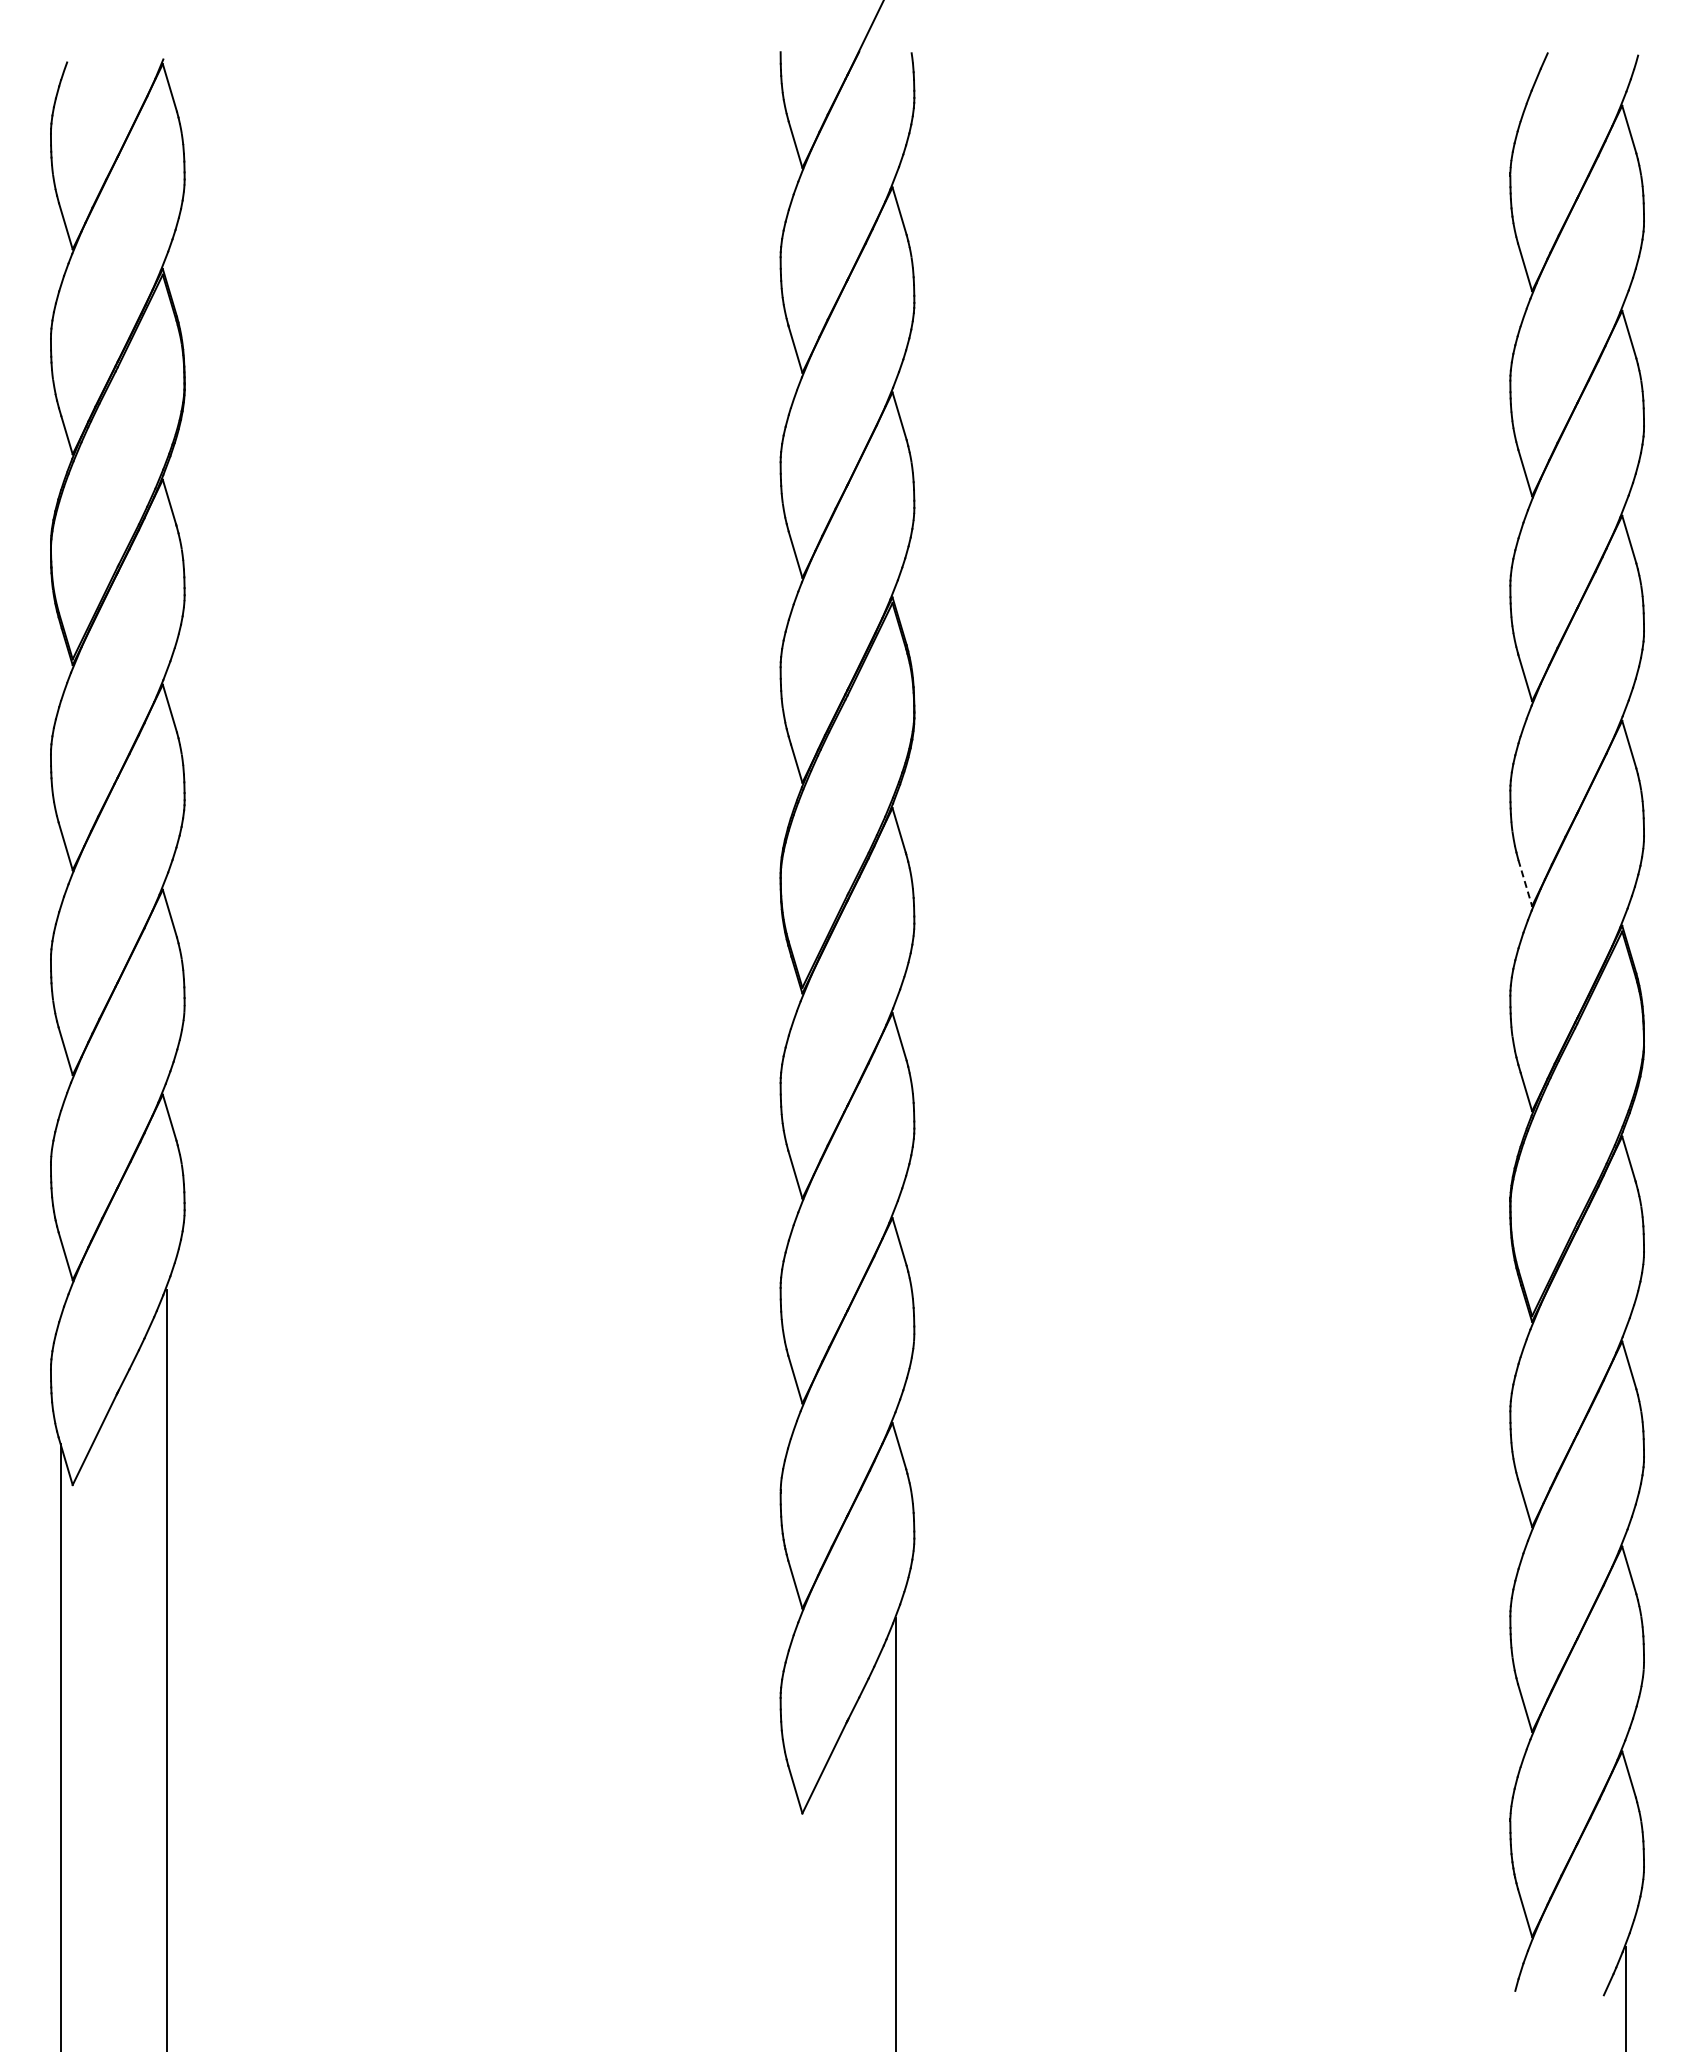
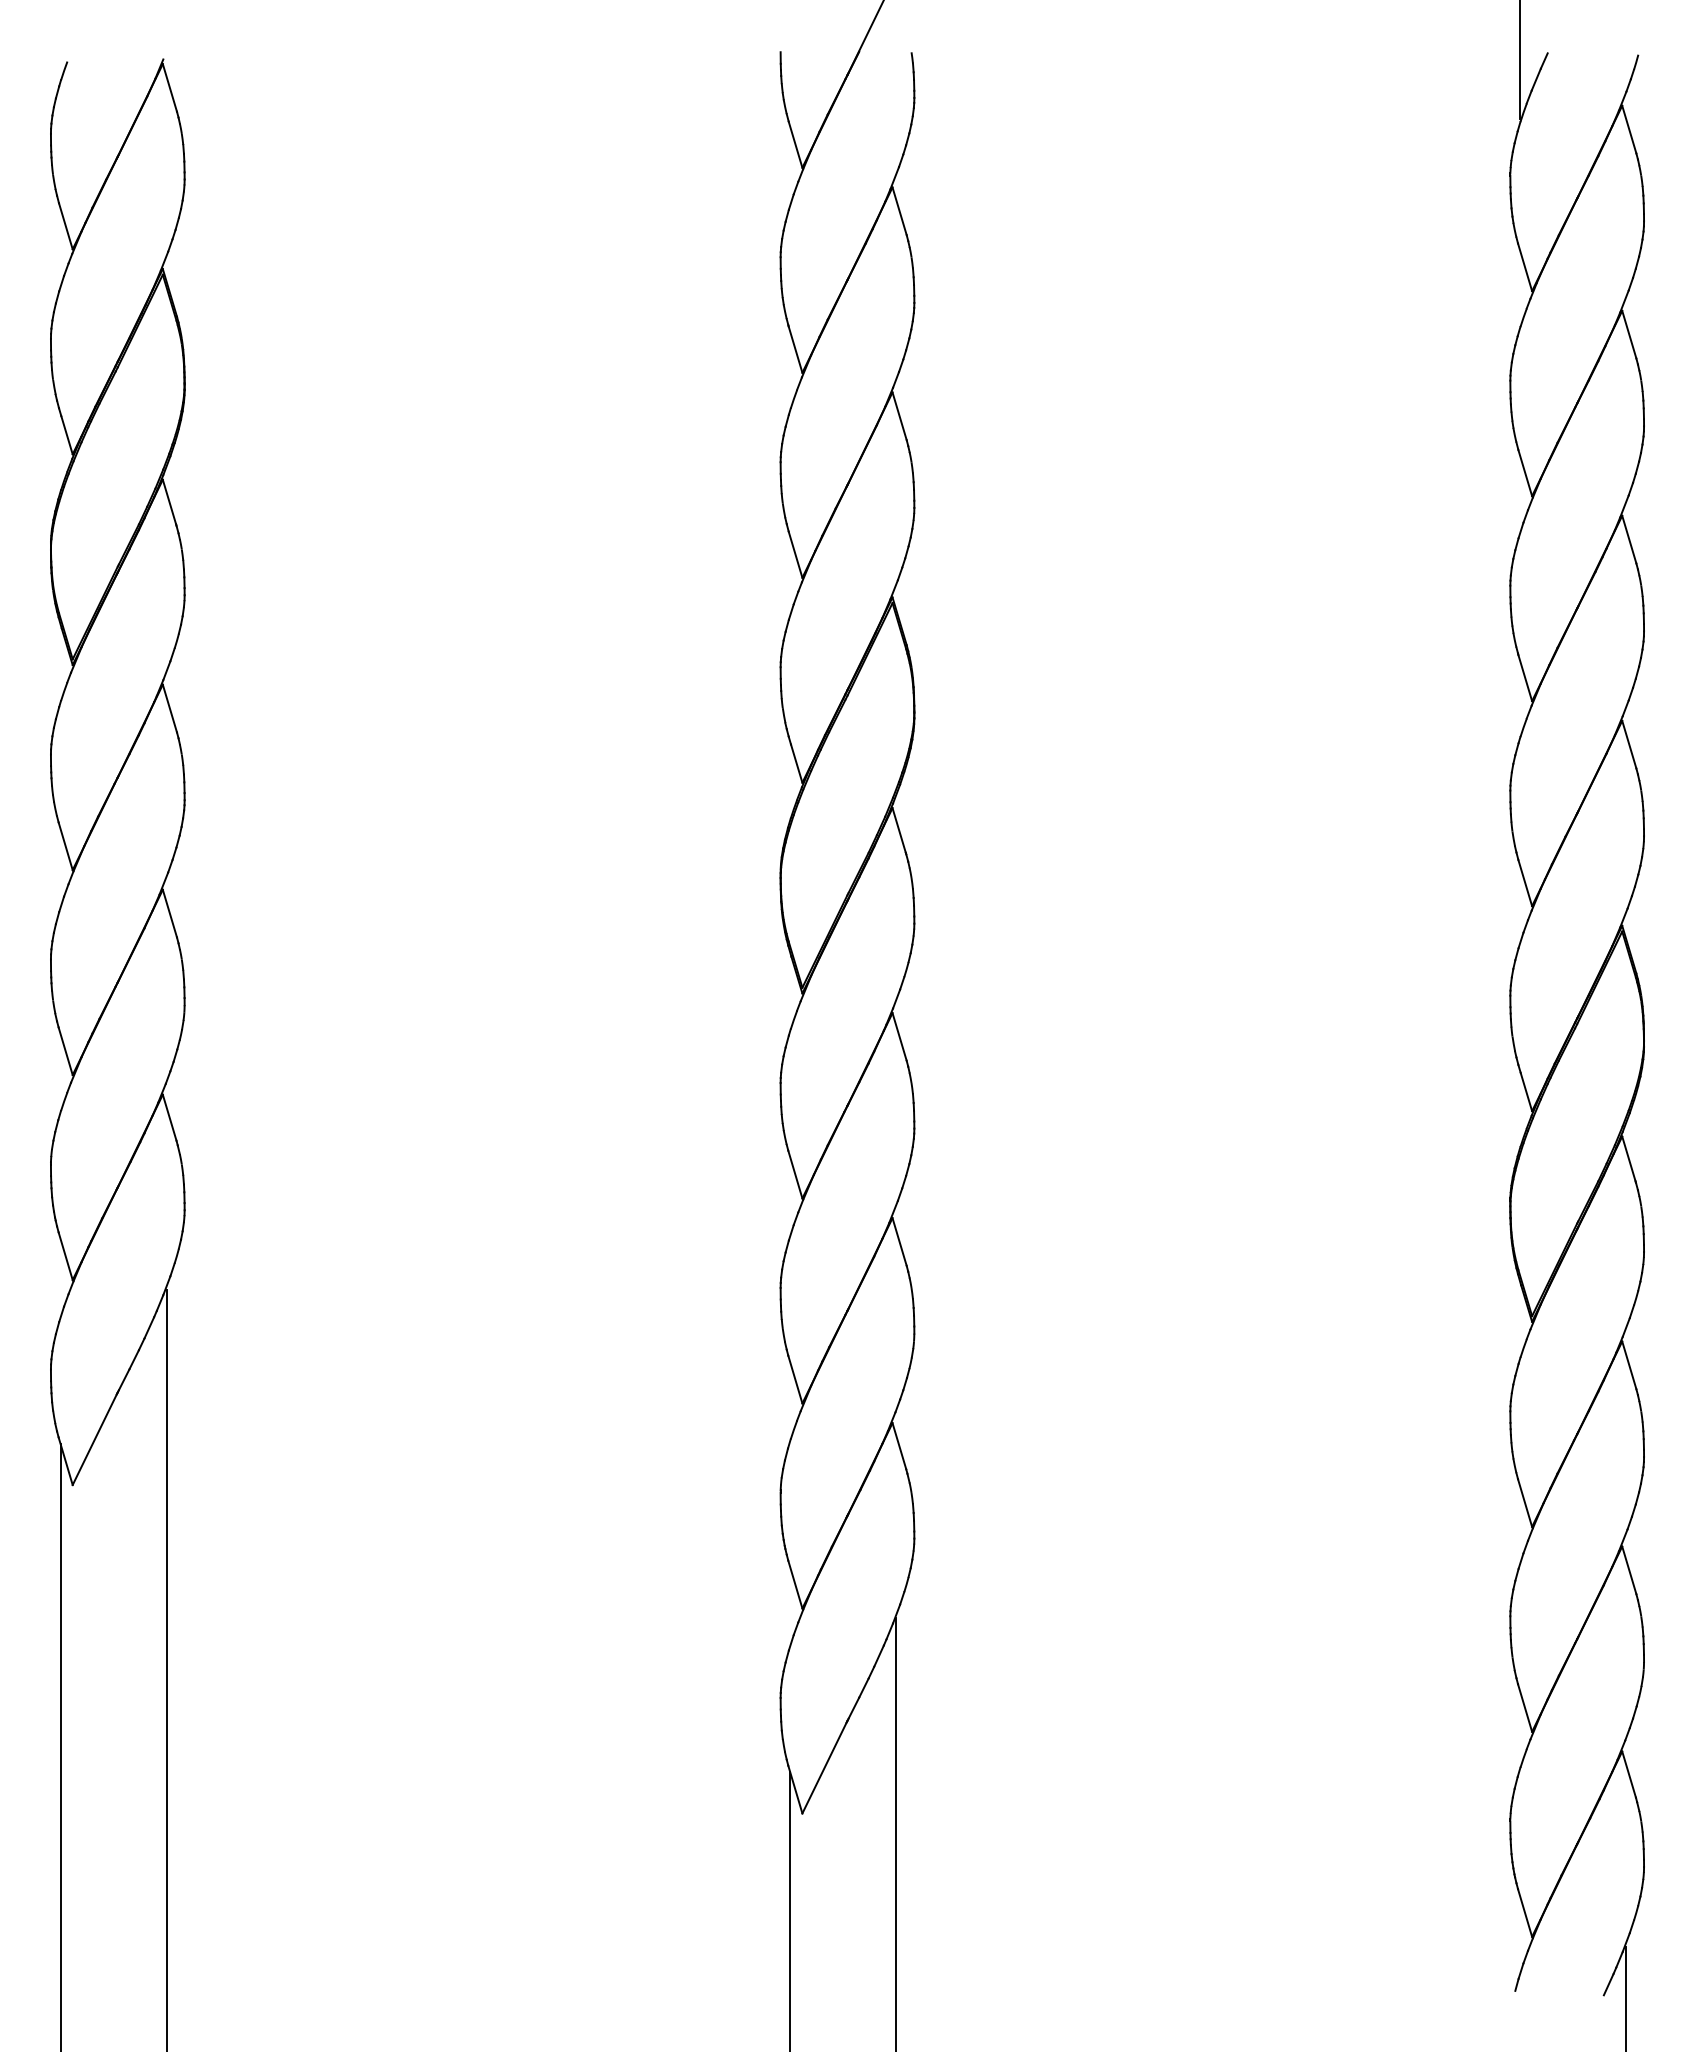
line at (1519, 60): none -> present
line at (1525, 883): dashed -> solid
line at (790, 1910): none -> present
